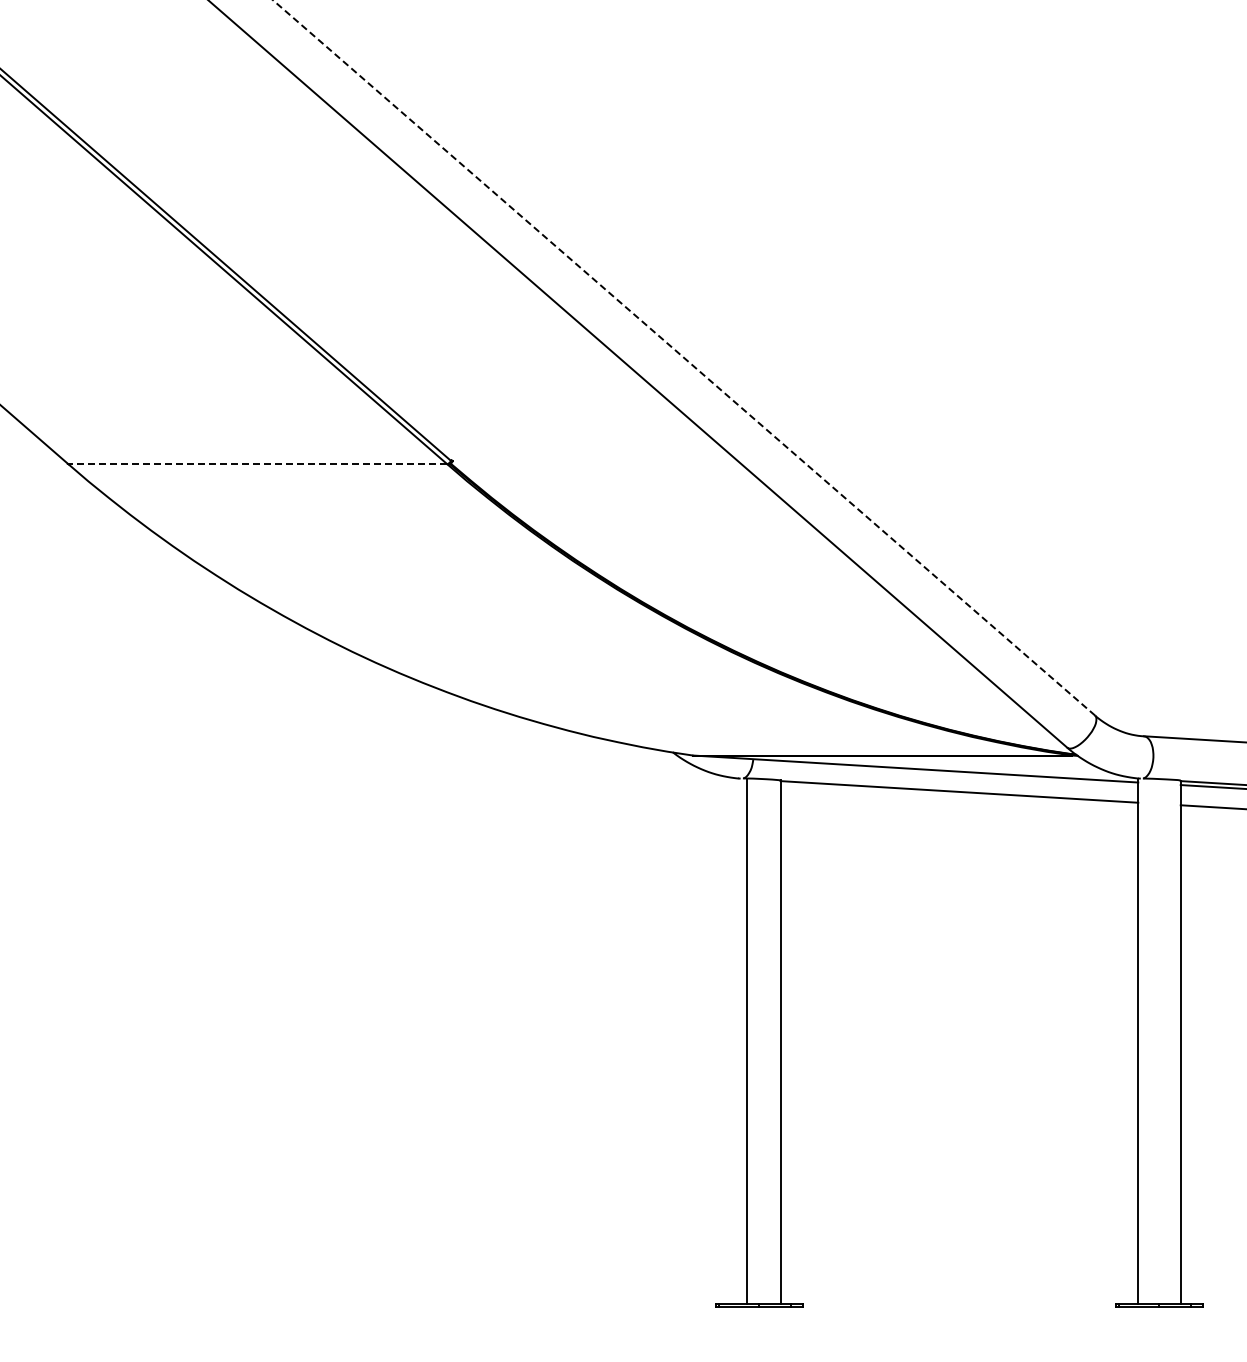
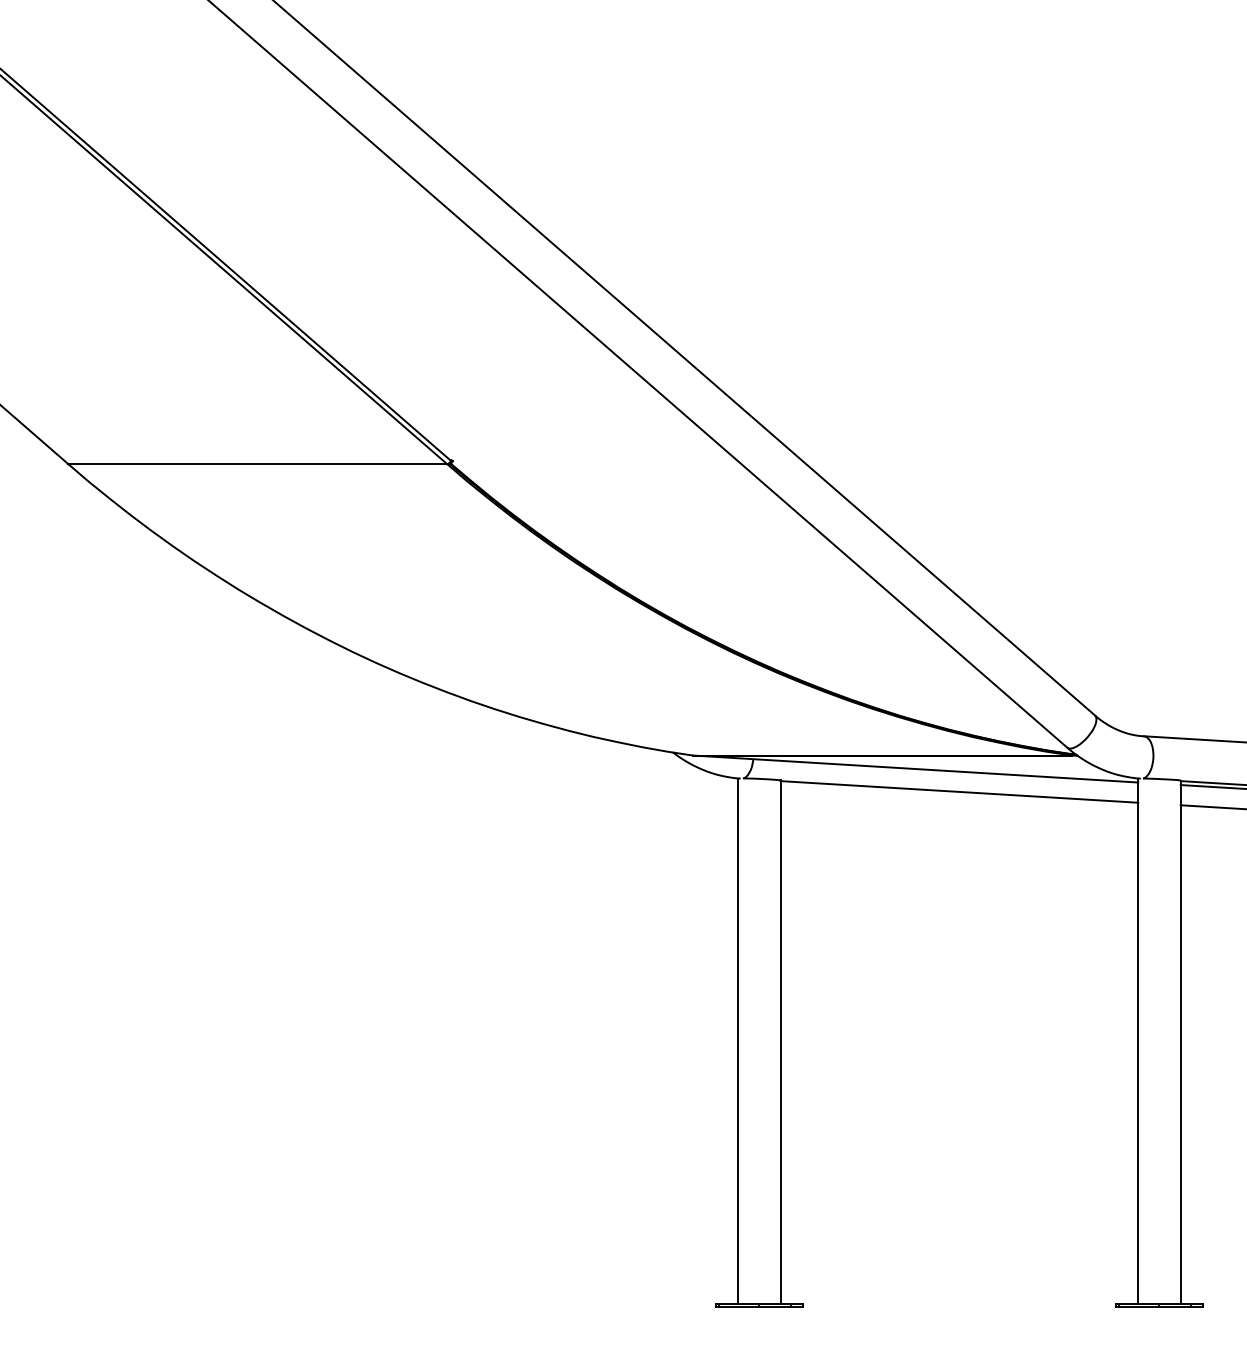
line at (684, 357): dashed -> solid
line at (257, 464): dashed -> solid
line at (747, 1041) position: (747, 1041) -> (738, 1041)
